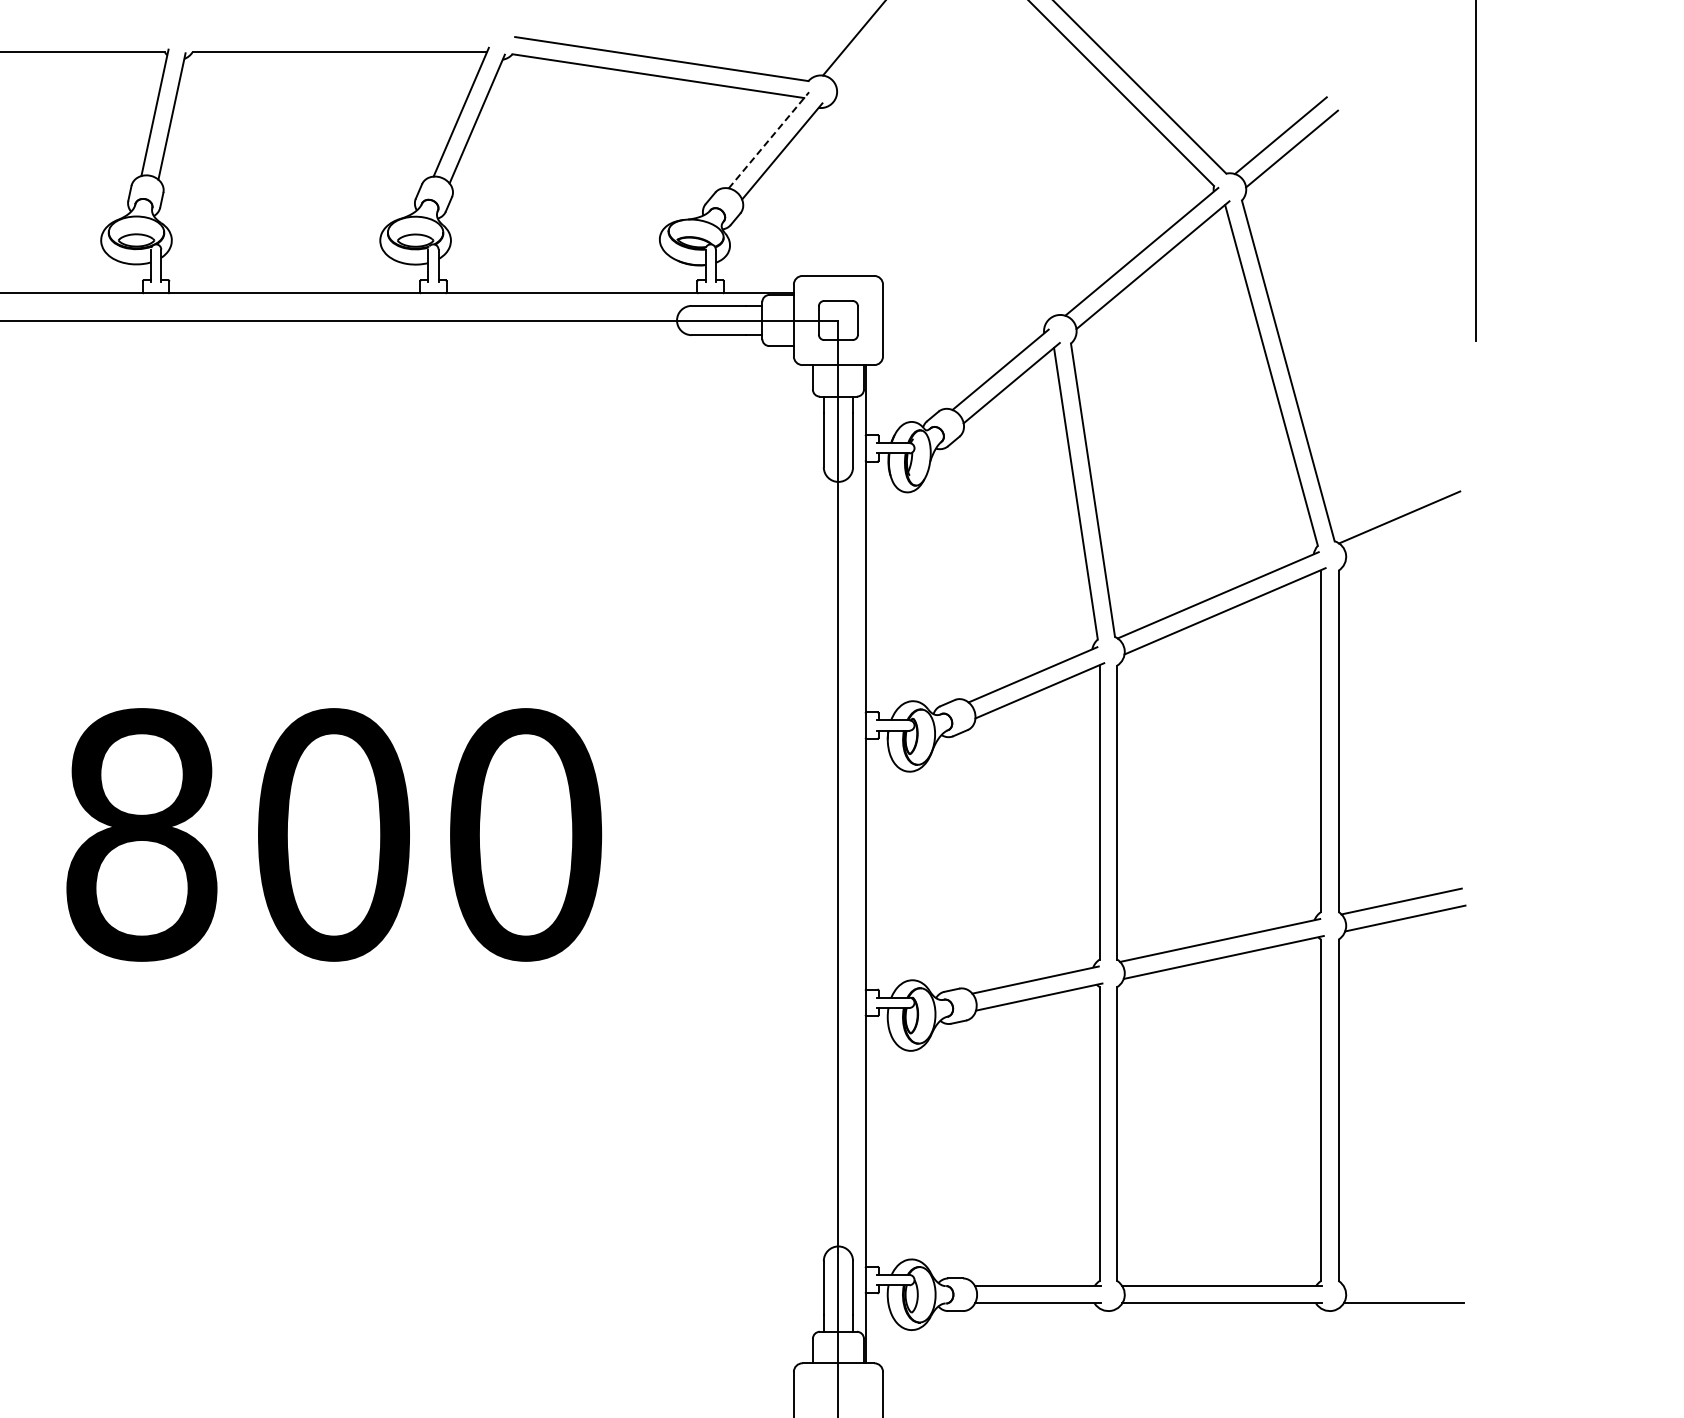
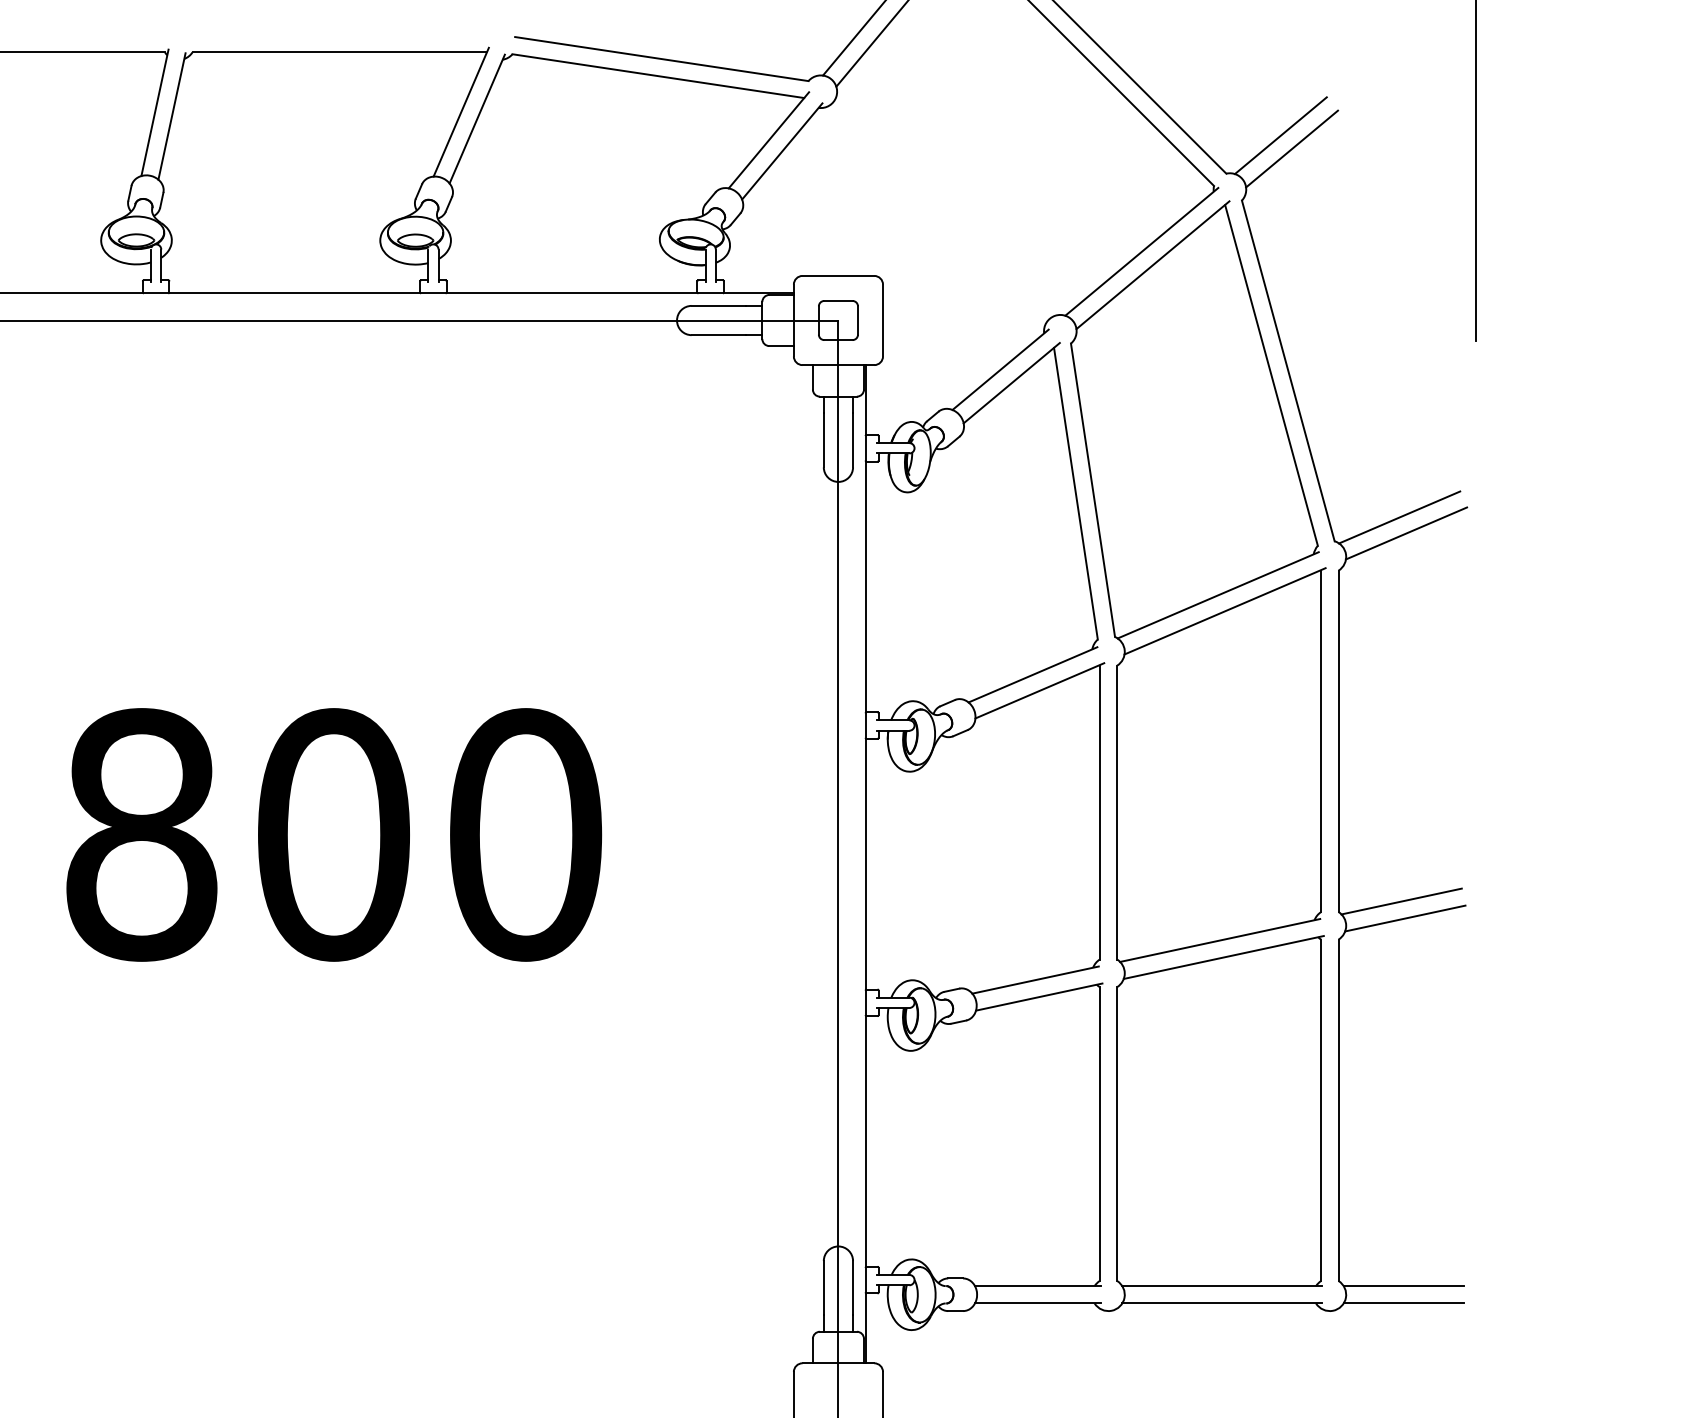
line at (871, 44): none -> present
line at (768, 140): dashed -> solid
line at (1406, 533): none -> present
line at (1403, 1286): none -> present
